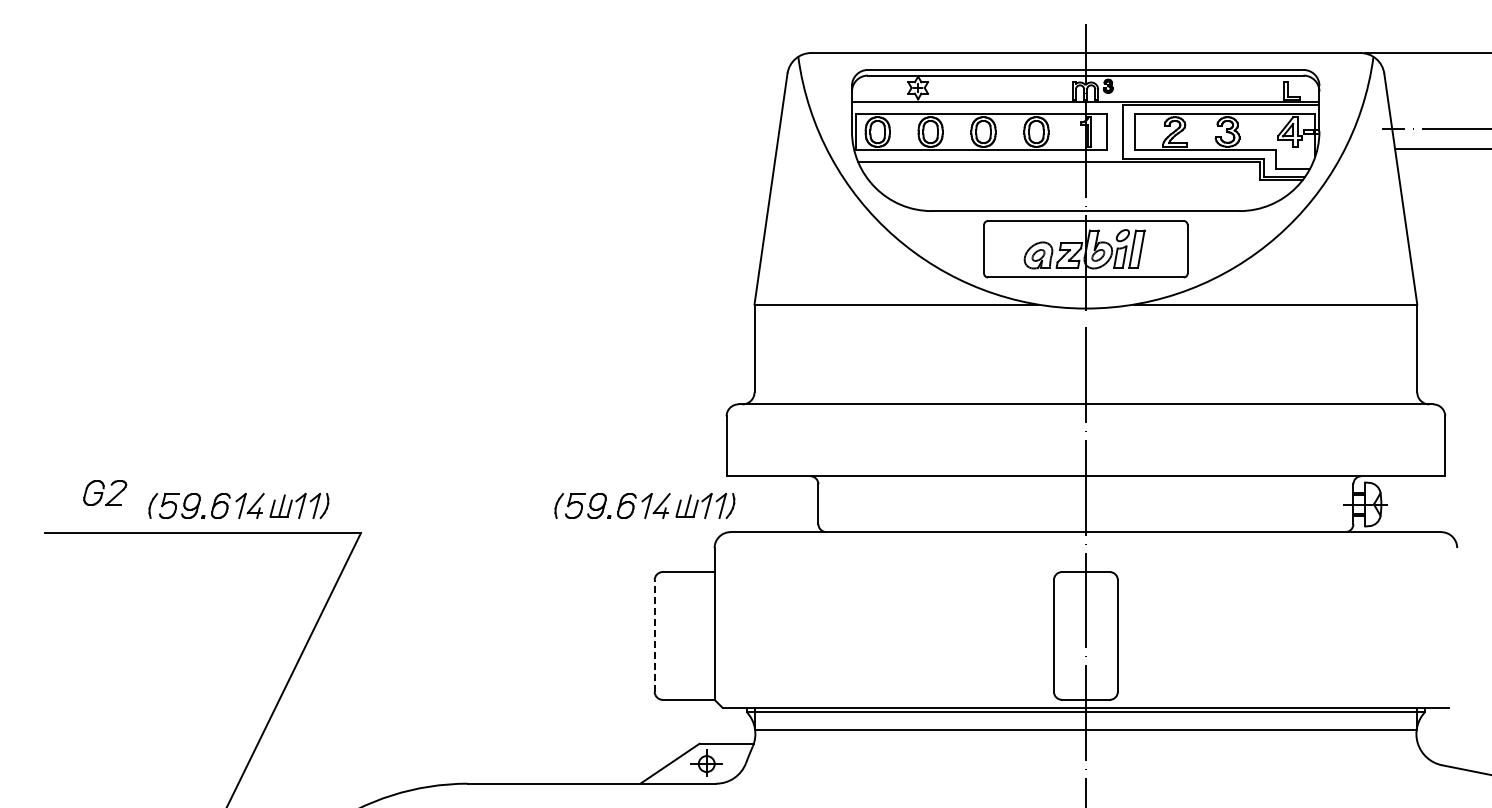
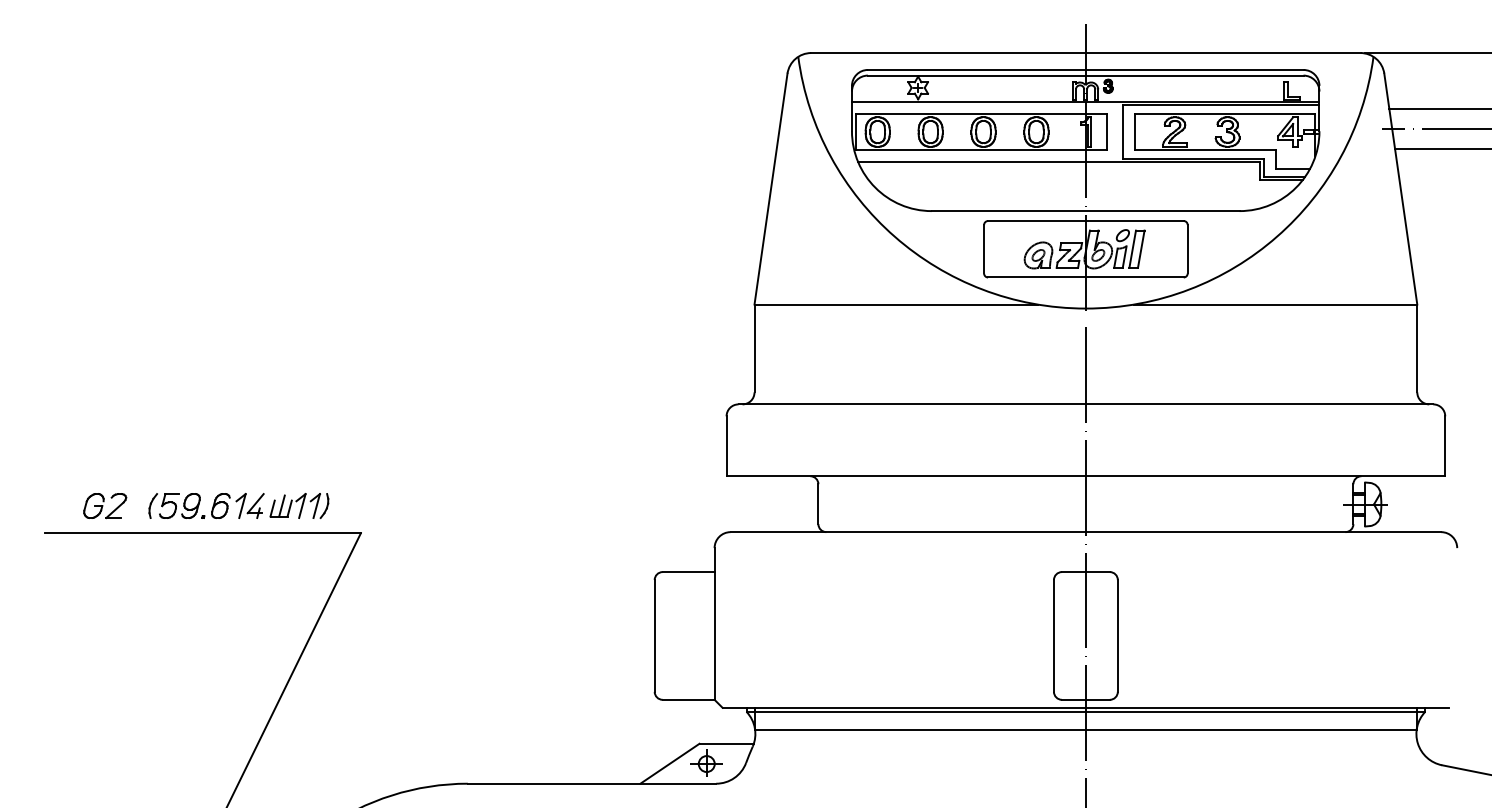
line at (1438, 108): none -> present
part at (105, 493) position: (105, 493) -> (105, 506)
part at (644, 505): present -> none
line at (654, 635): dashed -> solid
